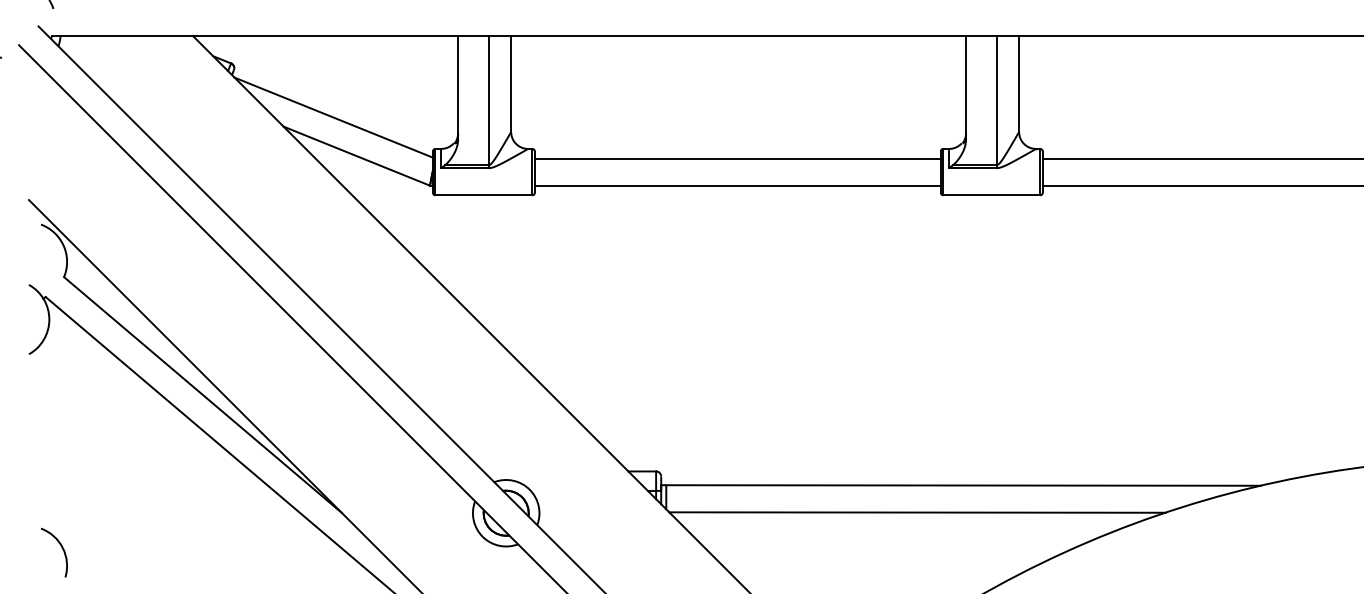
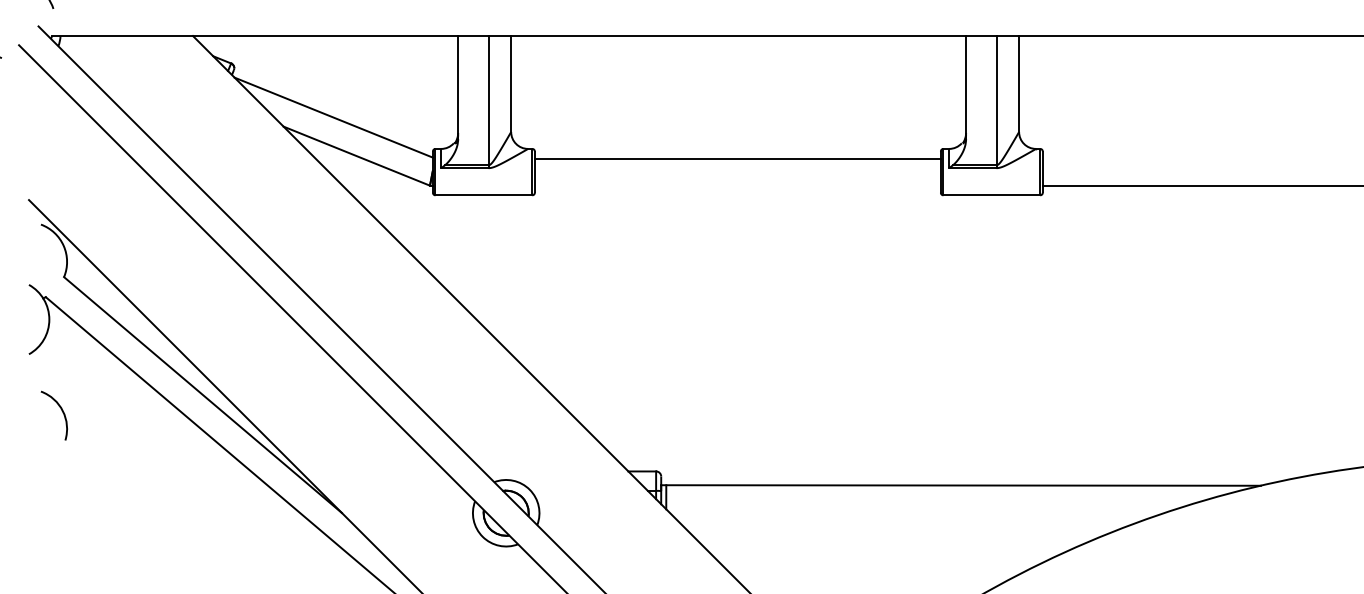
line at (1201, 158): present -> none
line at (737, 185): present -> none
line at (917, 512): present -> none
arc at (61, 548) position: (61, 548) -> (61, 411)
